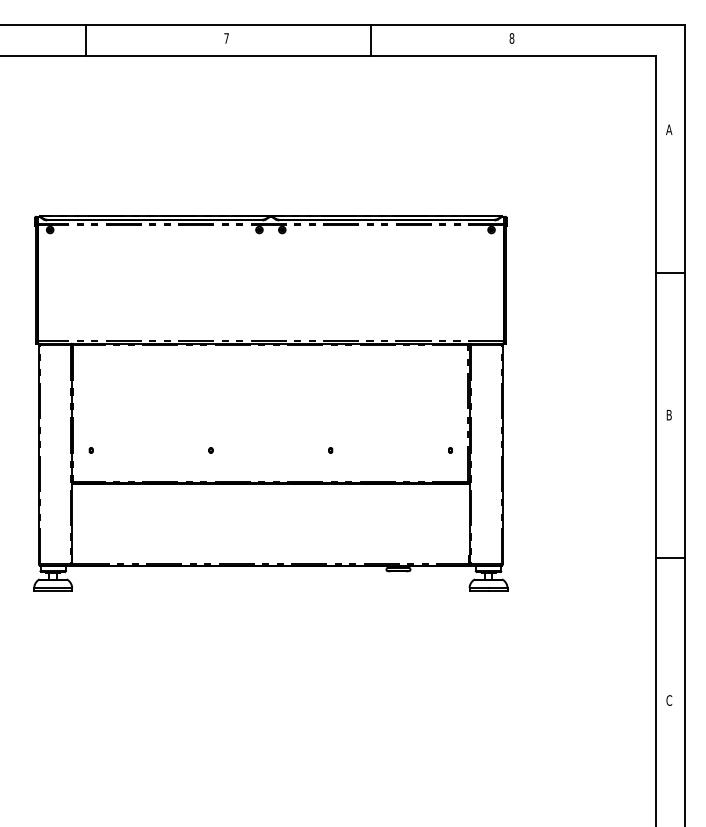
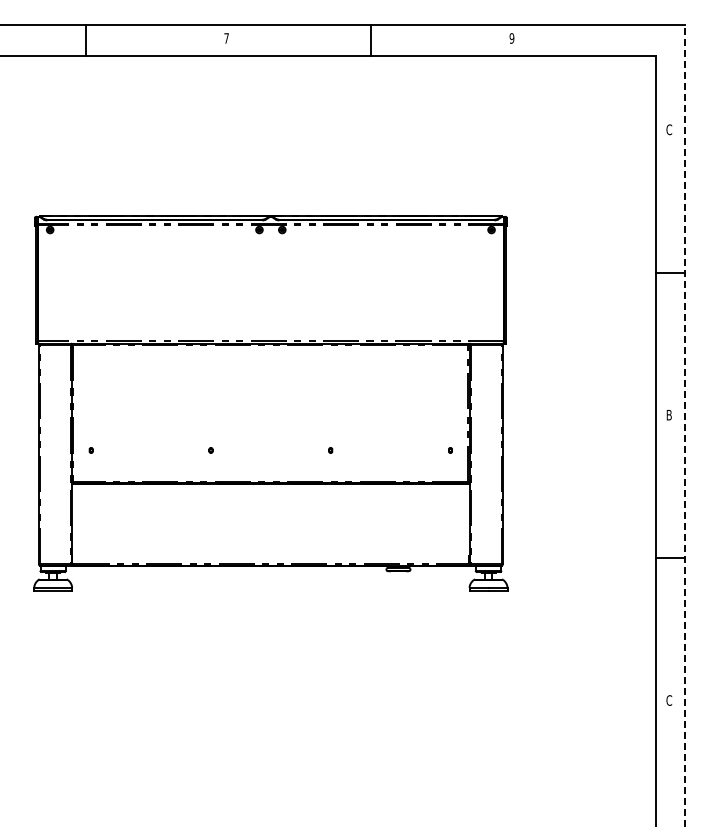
text at (511, 38): 8 -> 9
text at (669, 129): A -> C
line at (684, 425): solid -> dashed
